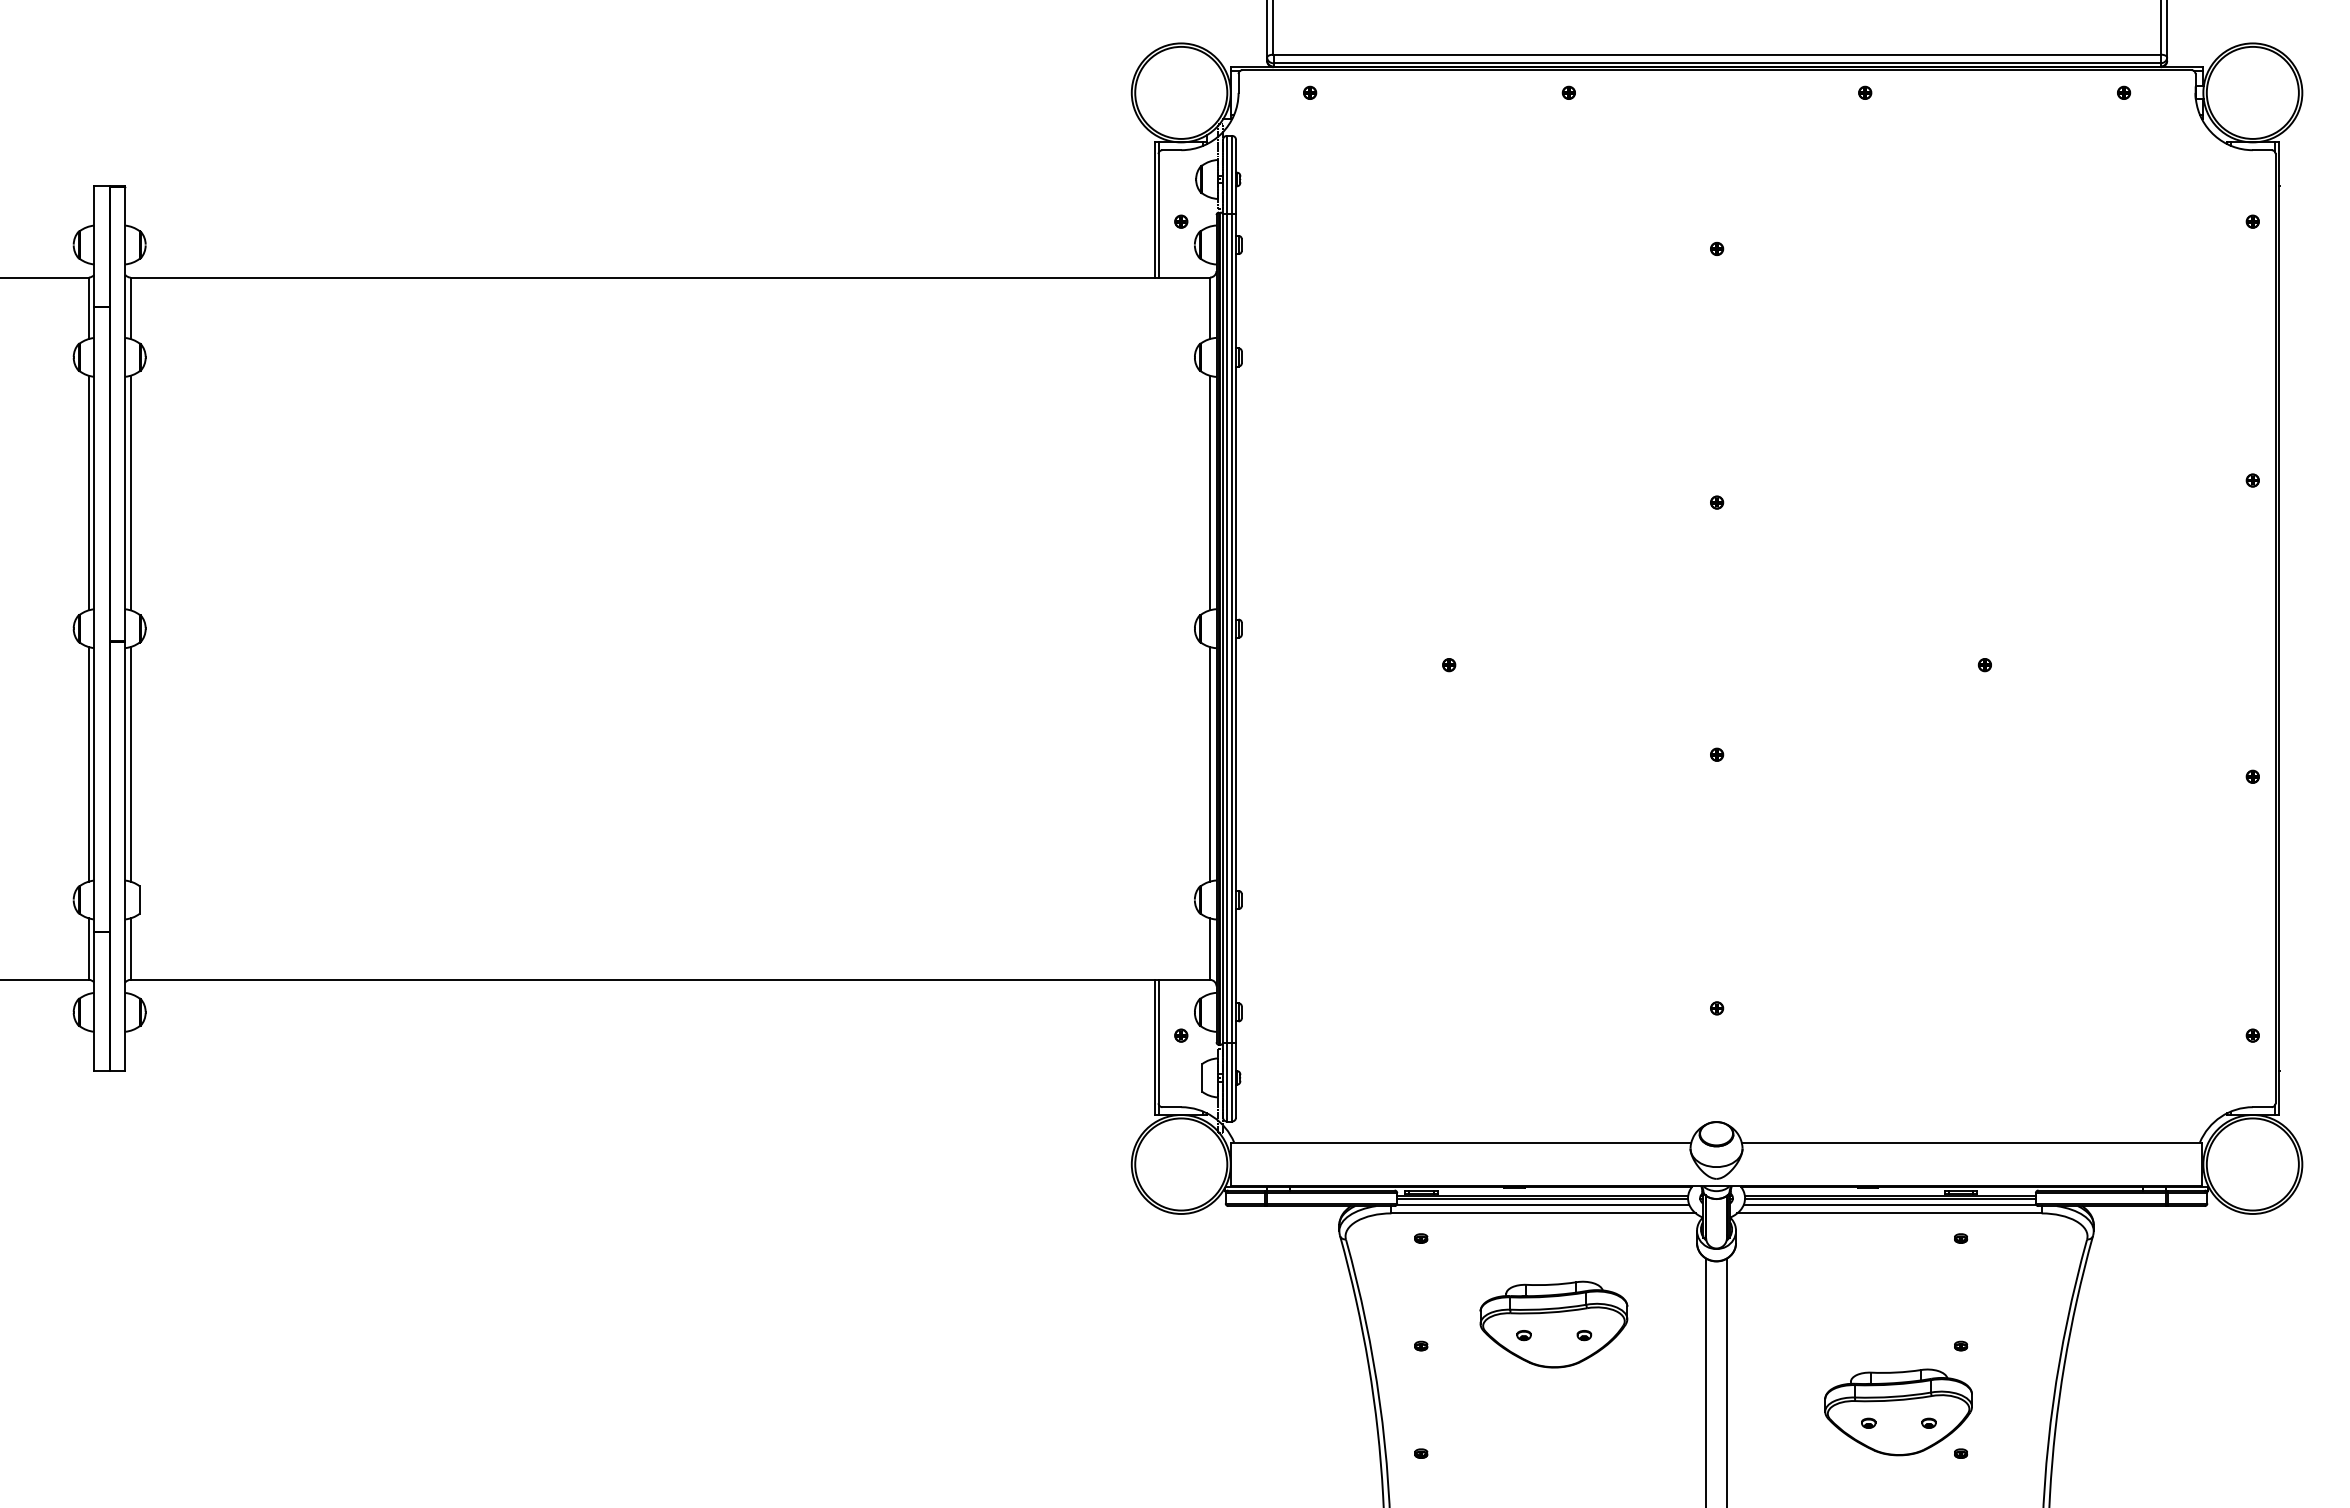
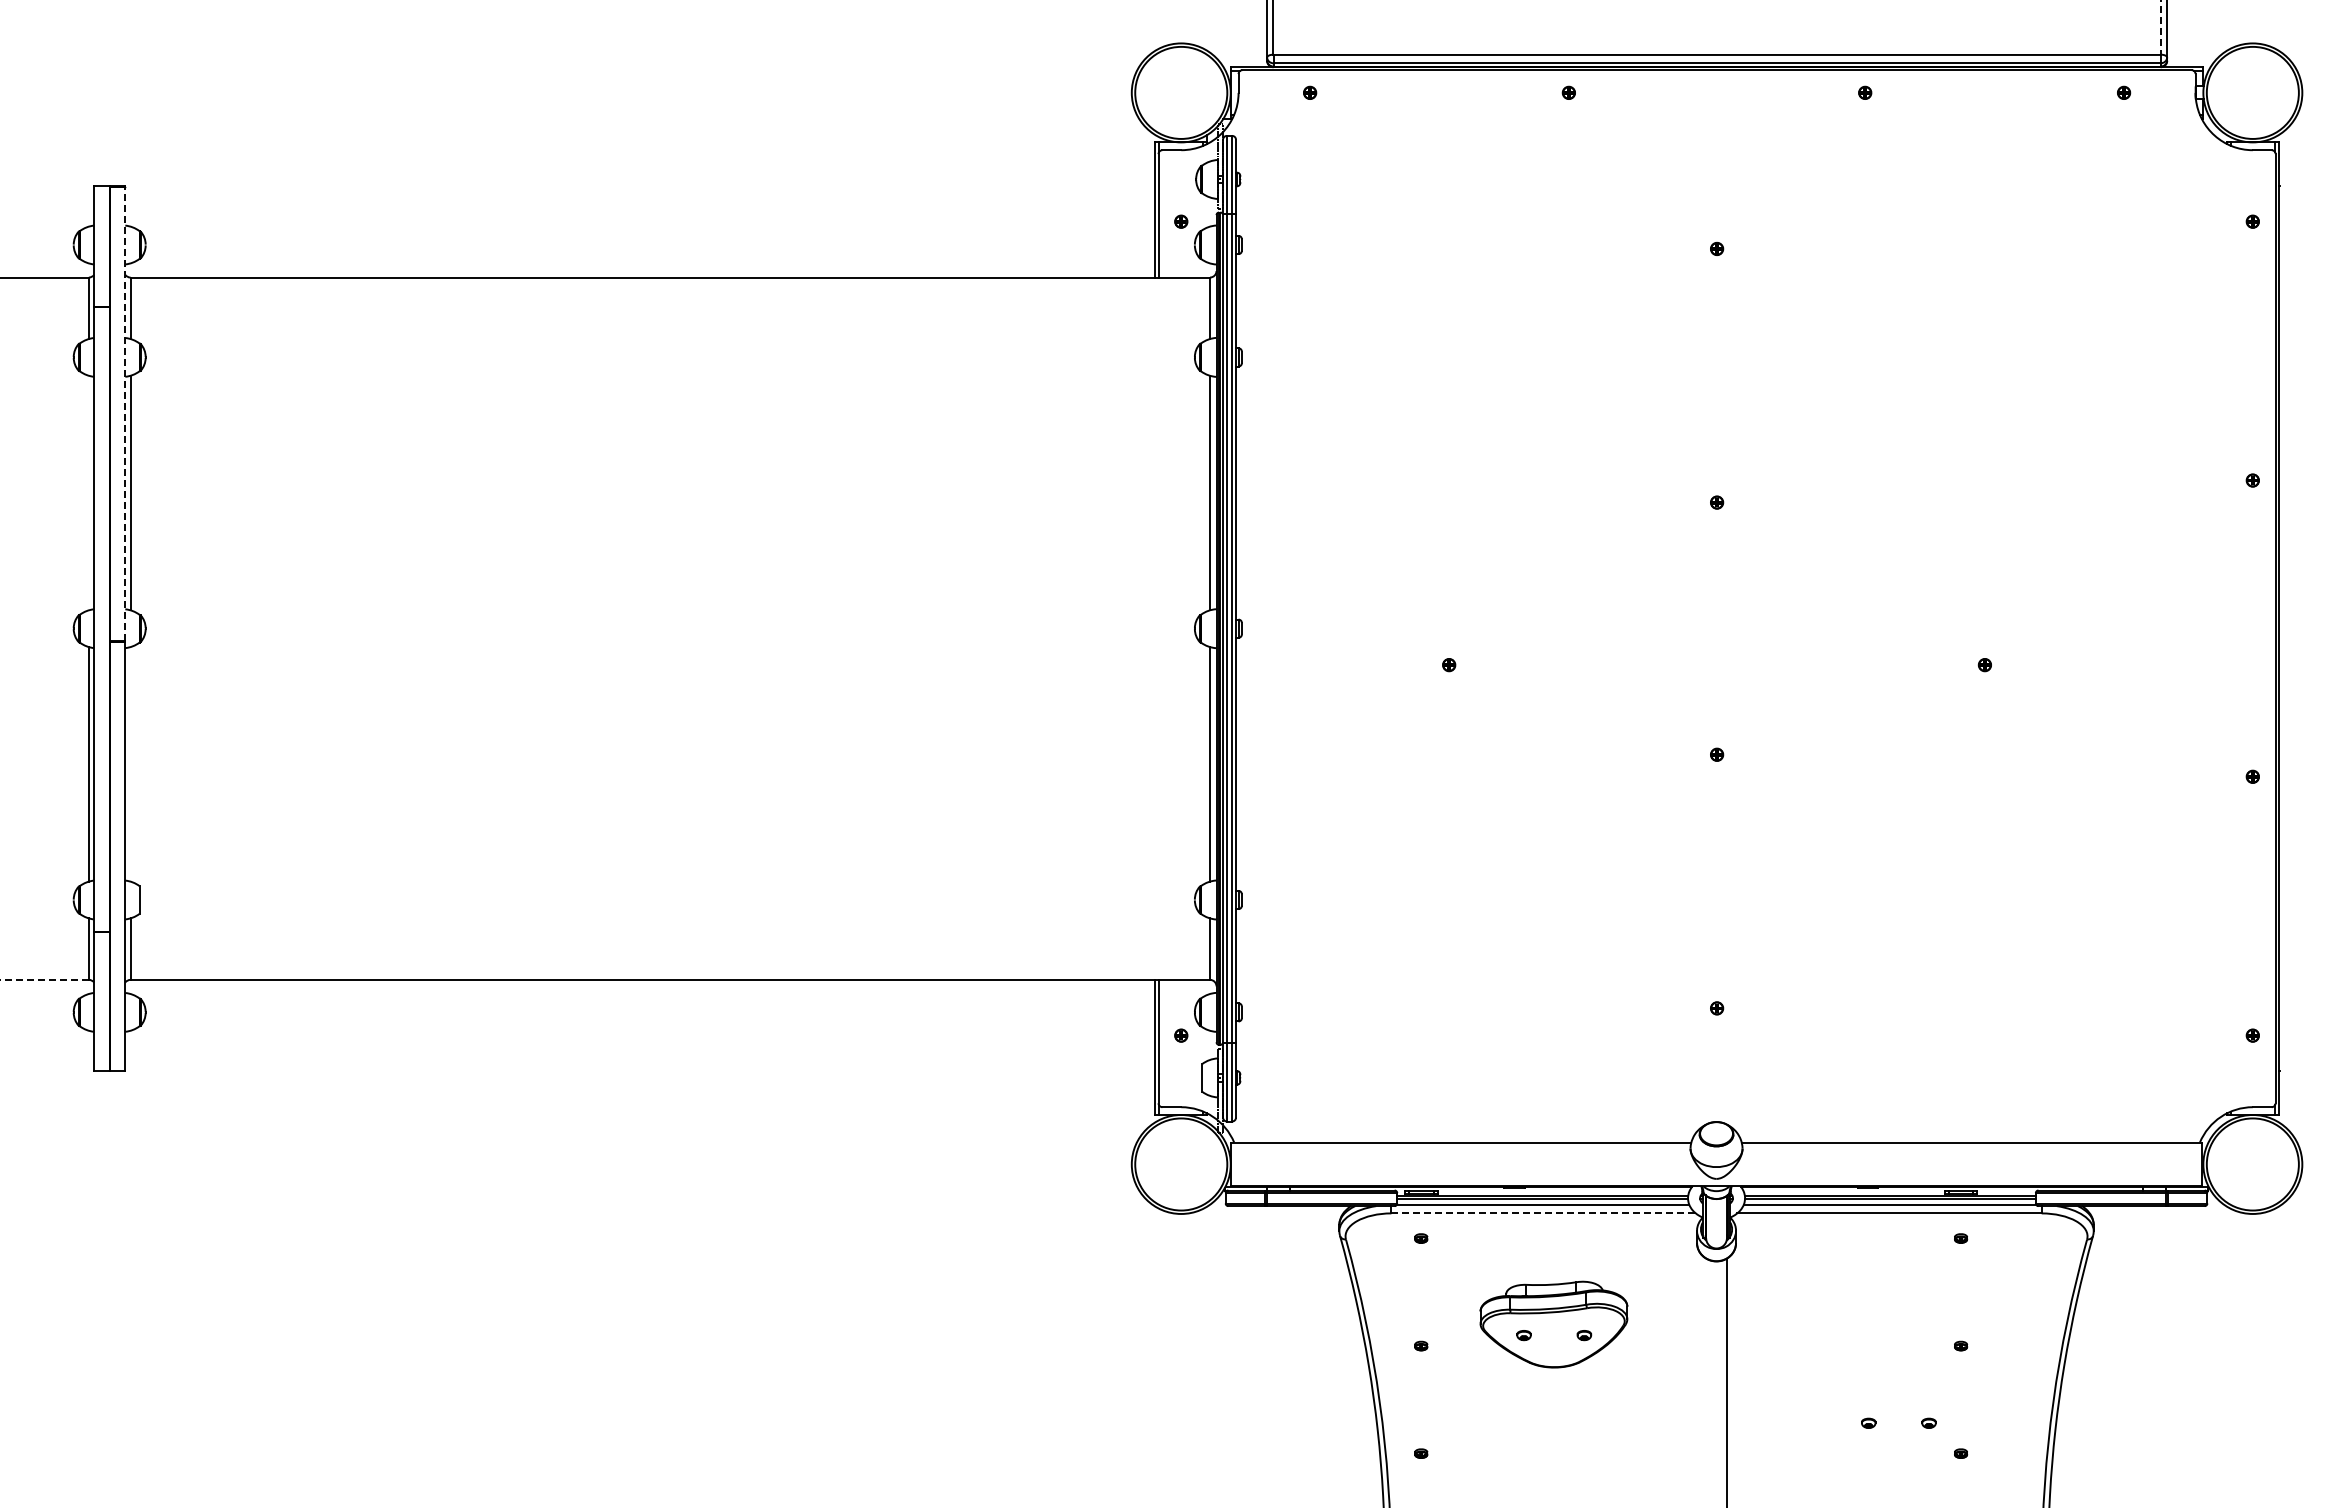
line at (2160, 27): solid -> dashed
line at (125, 413): solid -> dashed
line at (88, 492): present -> none
line at (130, 764): present -> none
line at (44, 979): solid -> dashed
line at (1544, 1213): solid -> dashed
line at (1706, 1381): present -> none
part at (1898, 1412): present -> none
